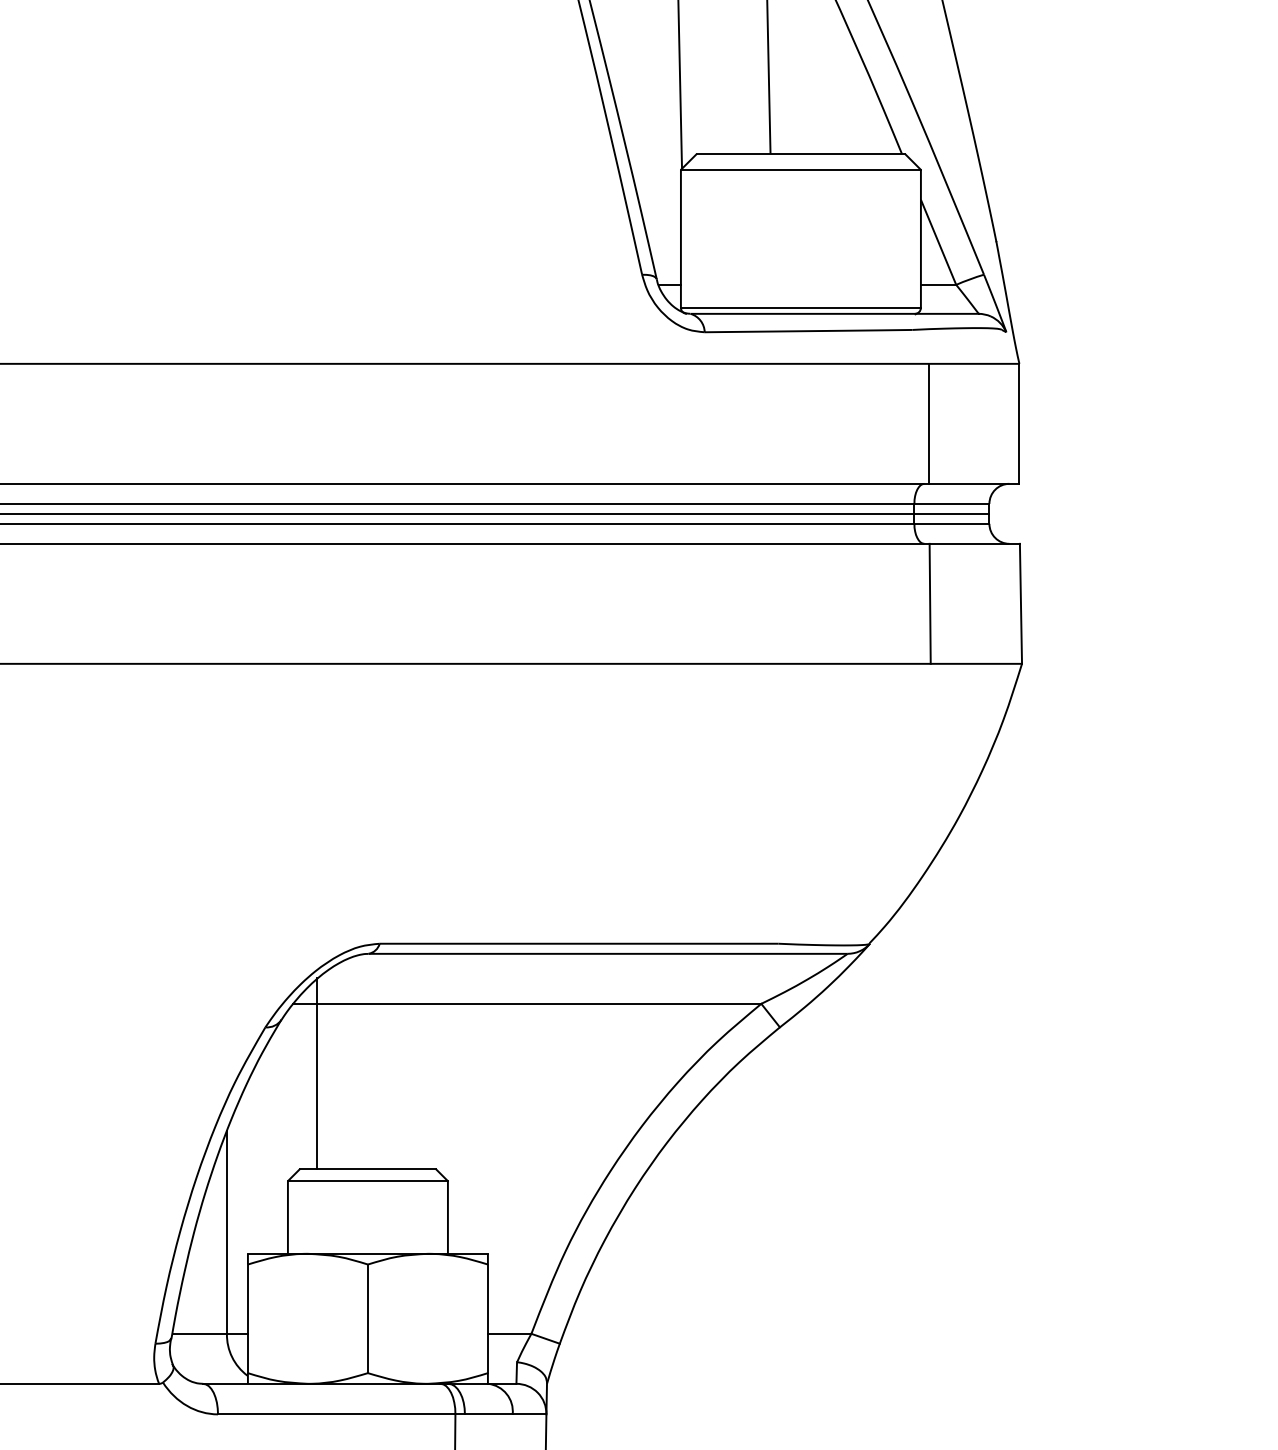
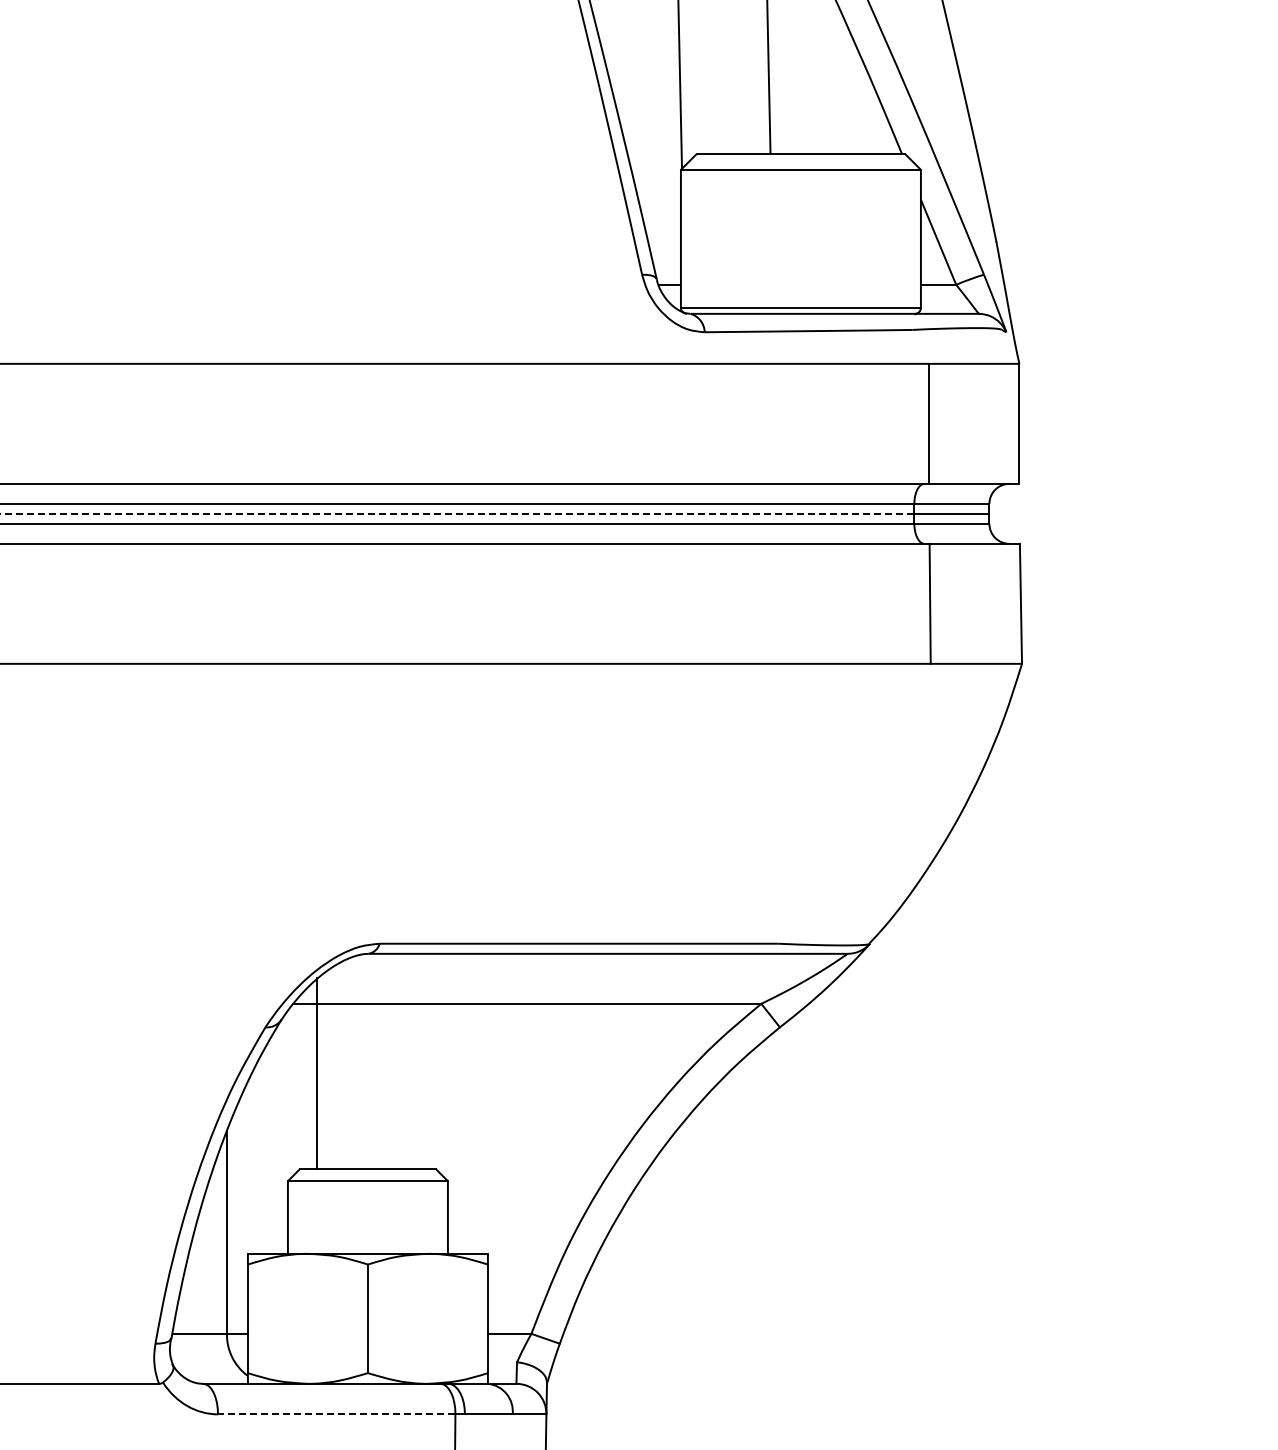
line at (457, 513): solid -> dashed
line at (336, 1414): solid -> dashed
